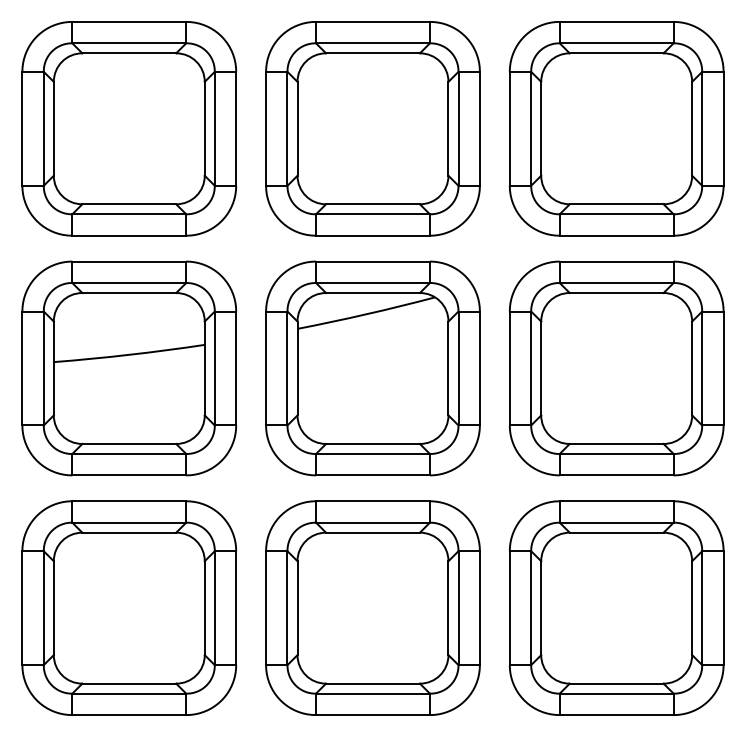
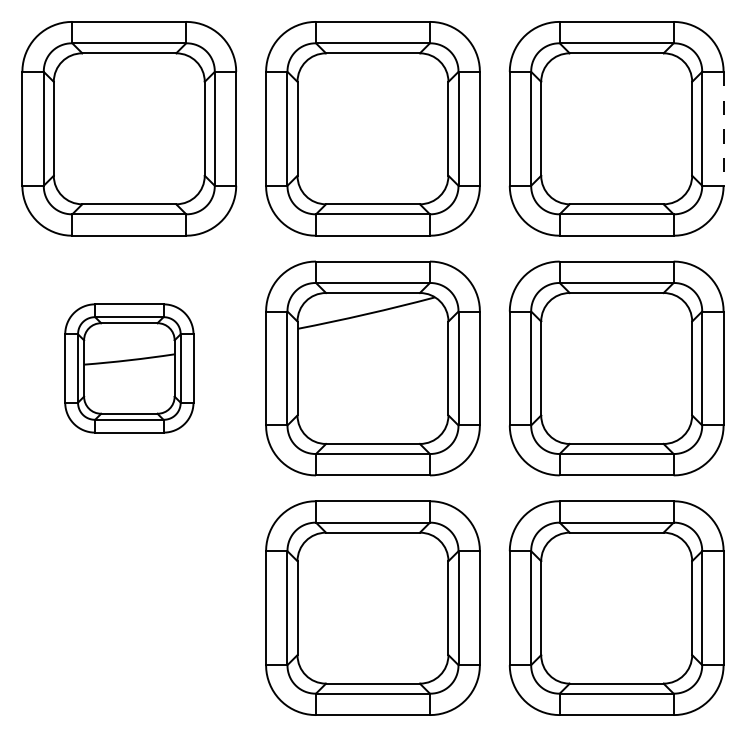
line at (723, 128): solid -> dashed
part at (129, 368) size: 217x217 px -> 131x131 px
part at (129, 607): present -> none
